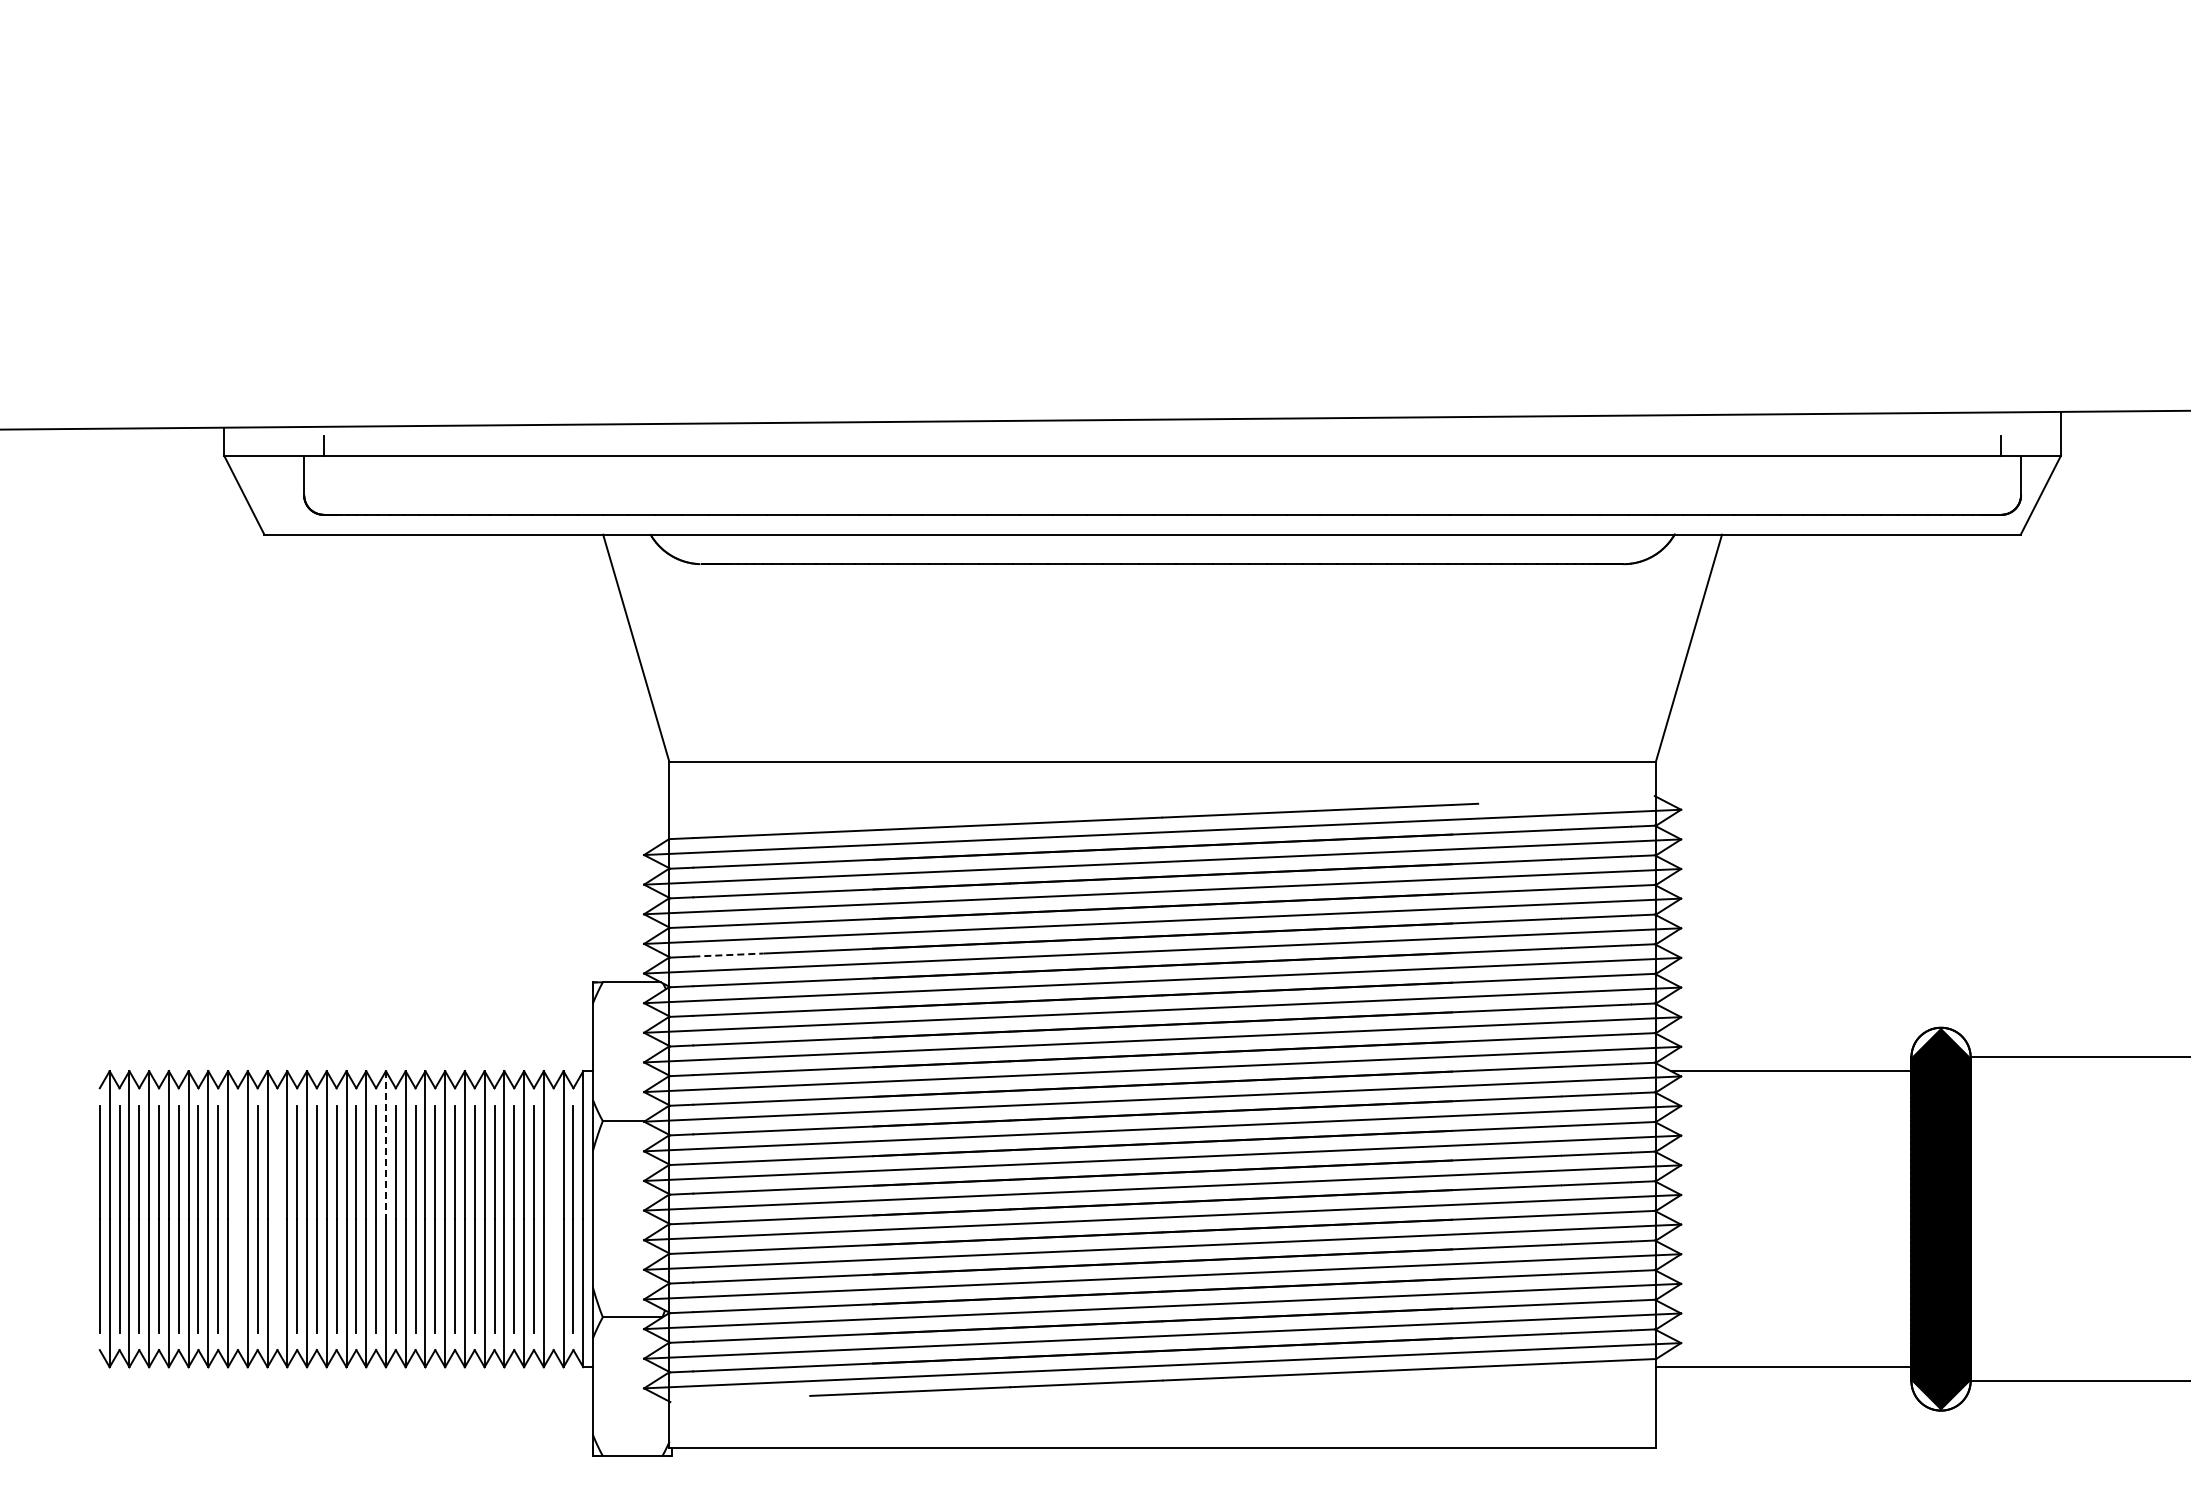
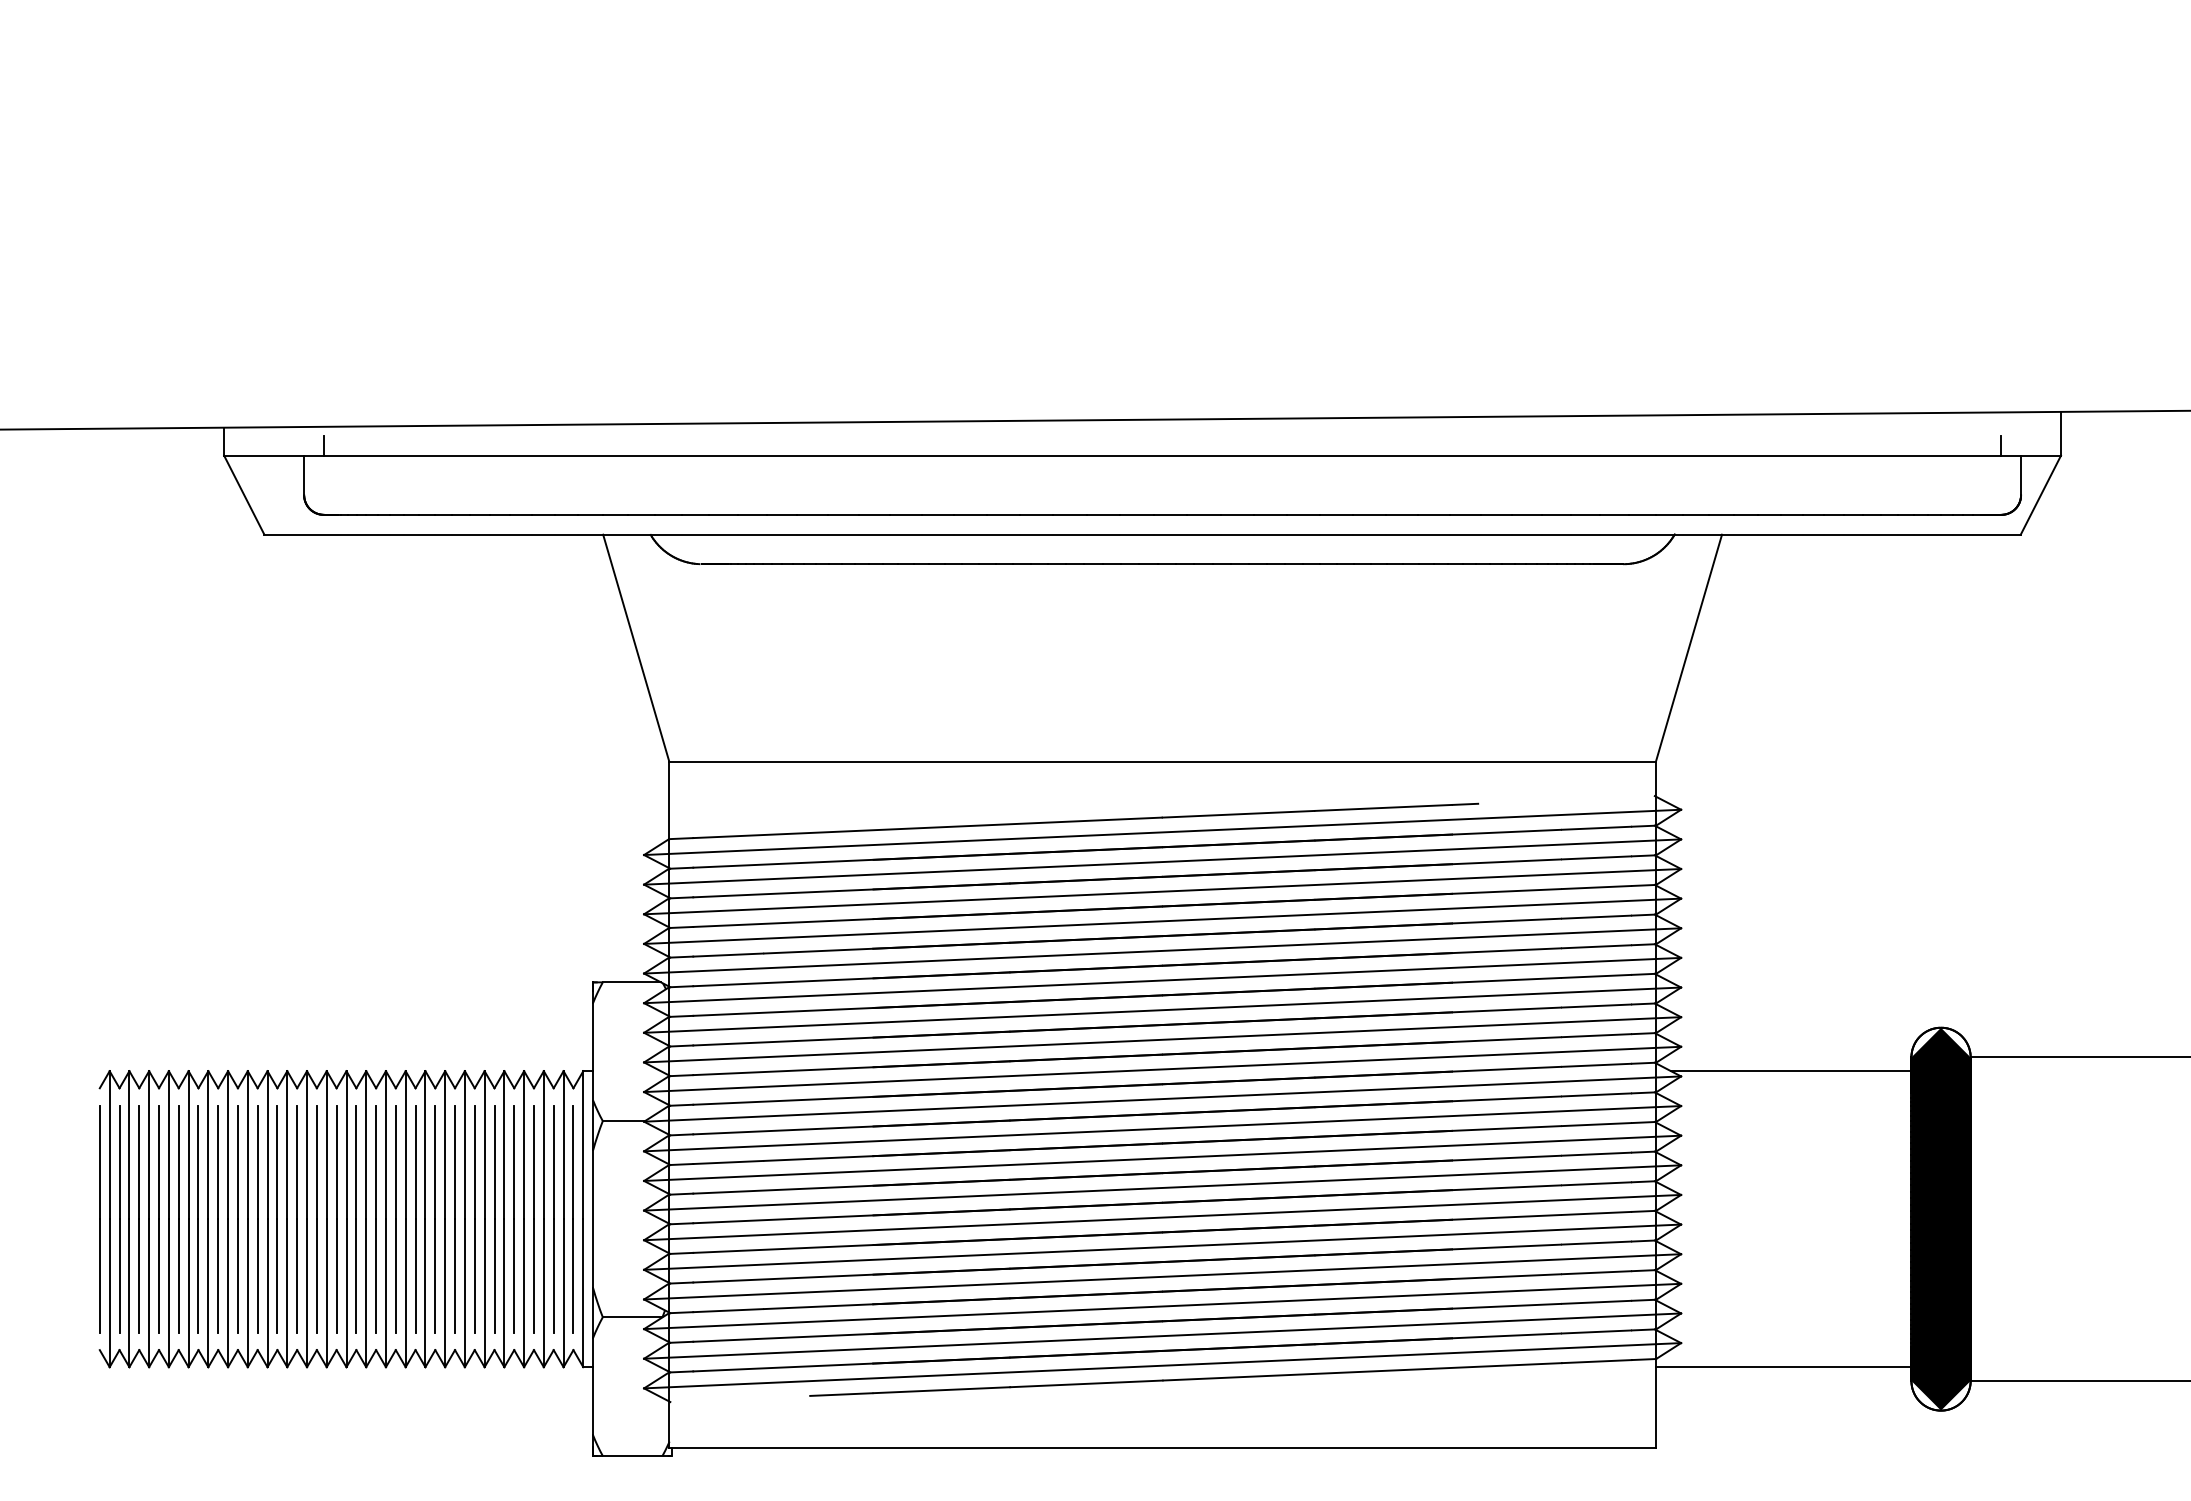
line at (728, 955): dashed -> solid
line at (385, 1145): dashed -> solid
line at (237, 1219): none -> present
line at (276, 1219): none -> present
line at (553, 1219): none -> present
